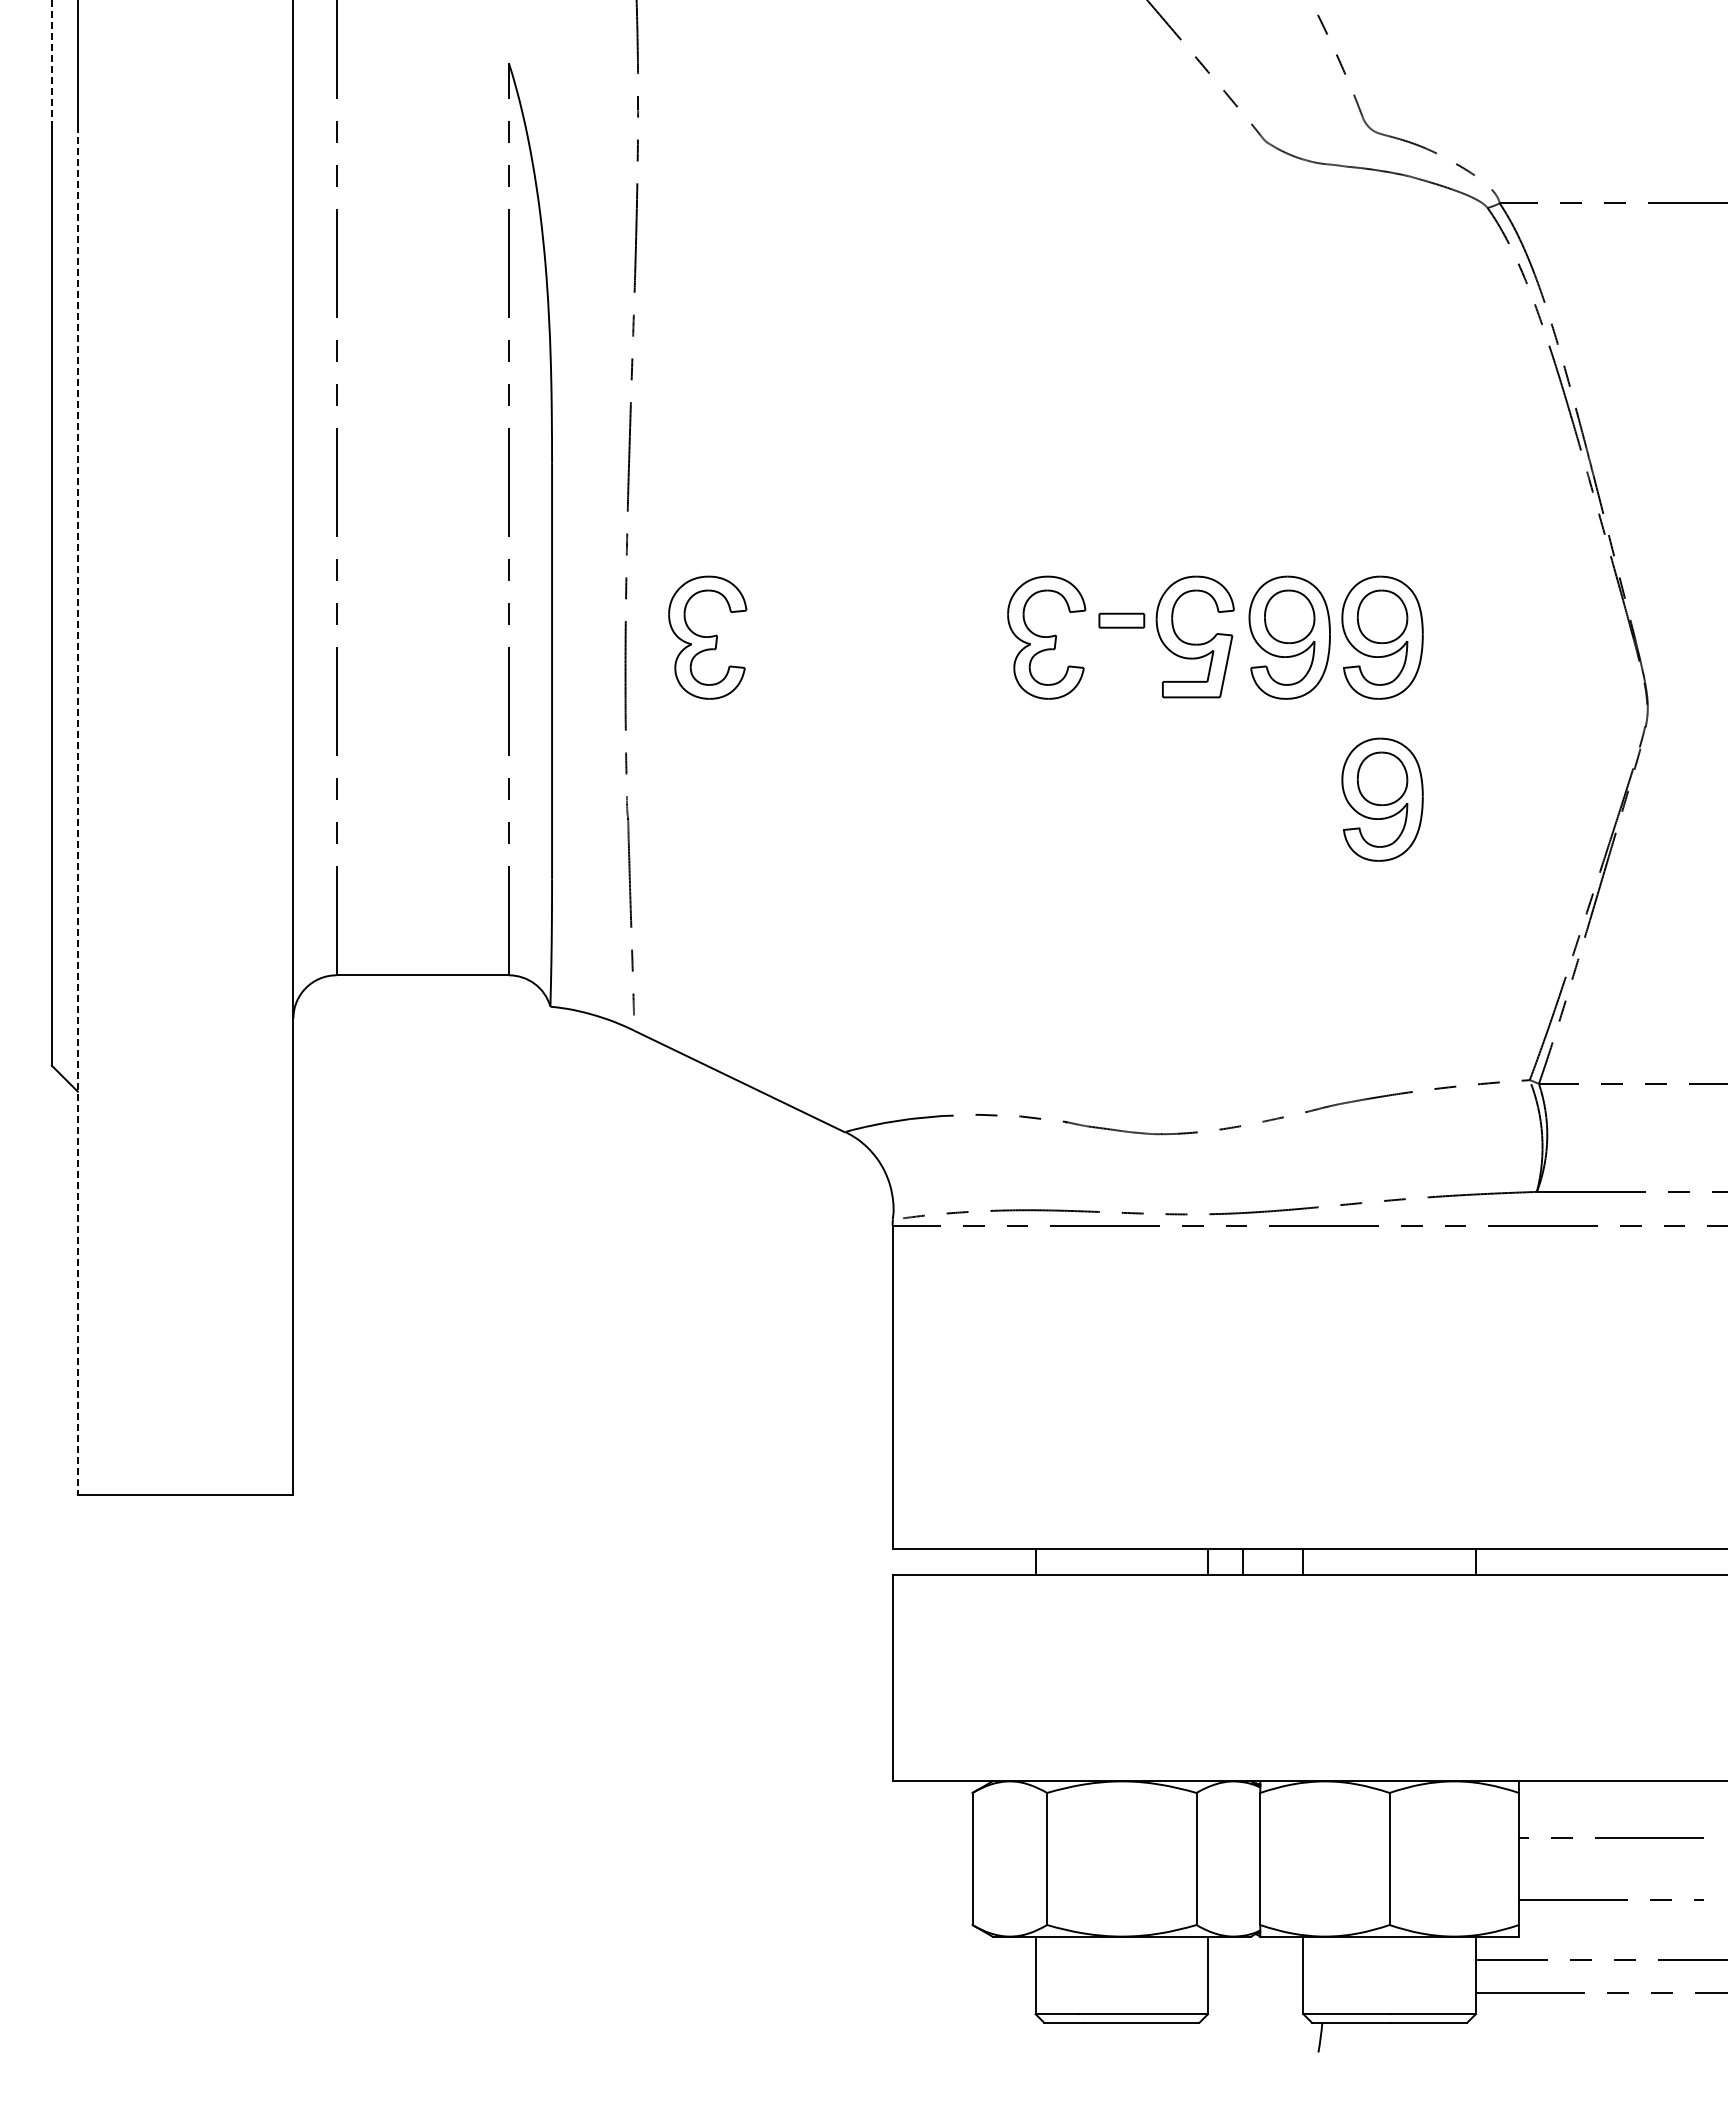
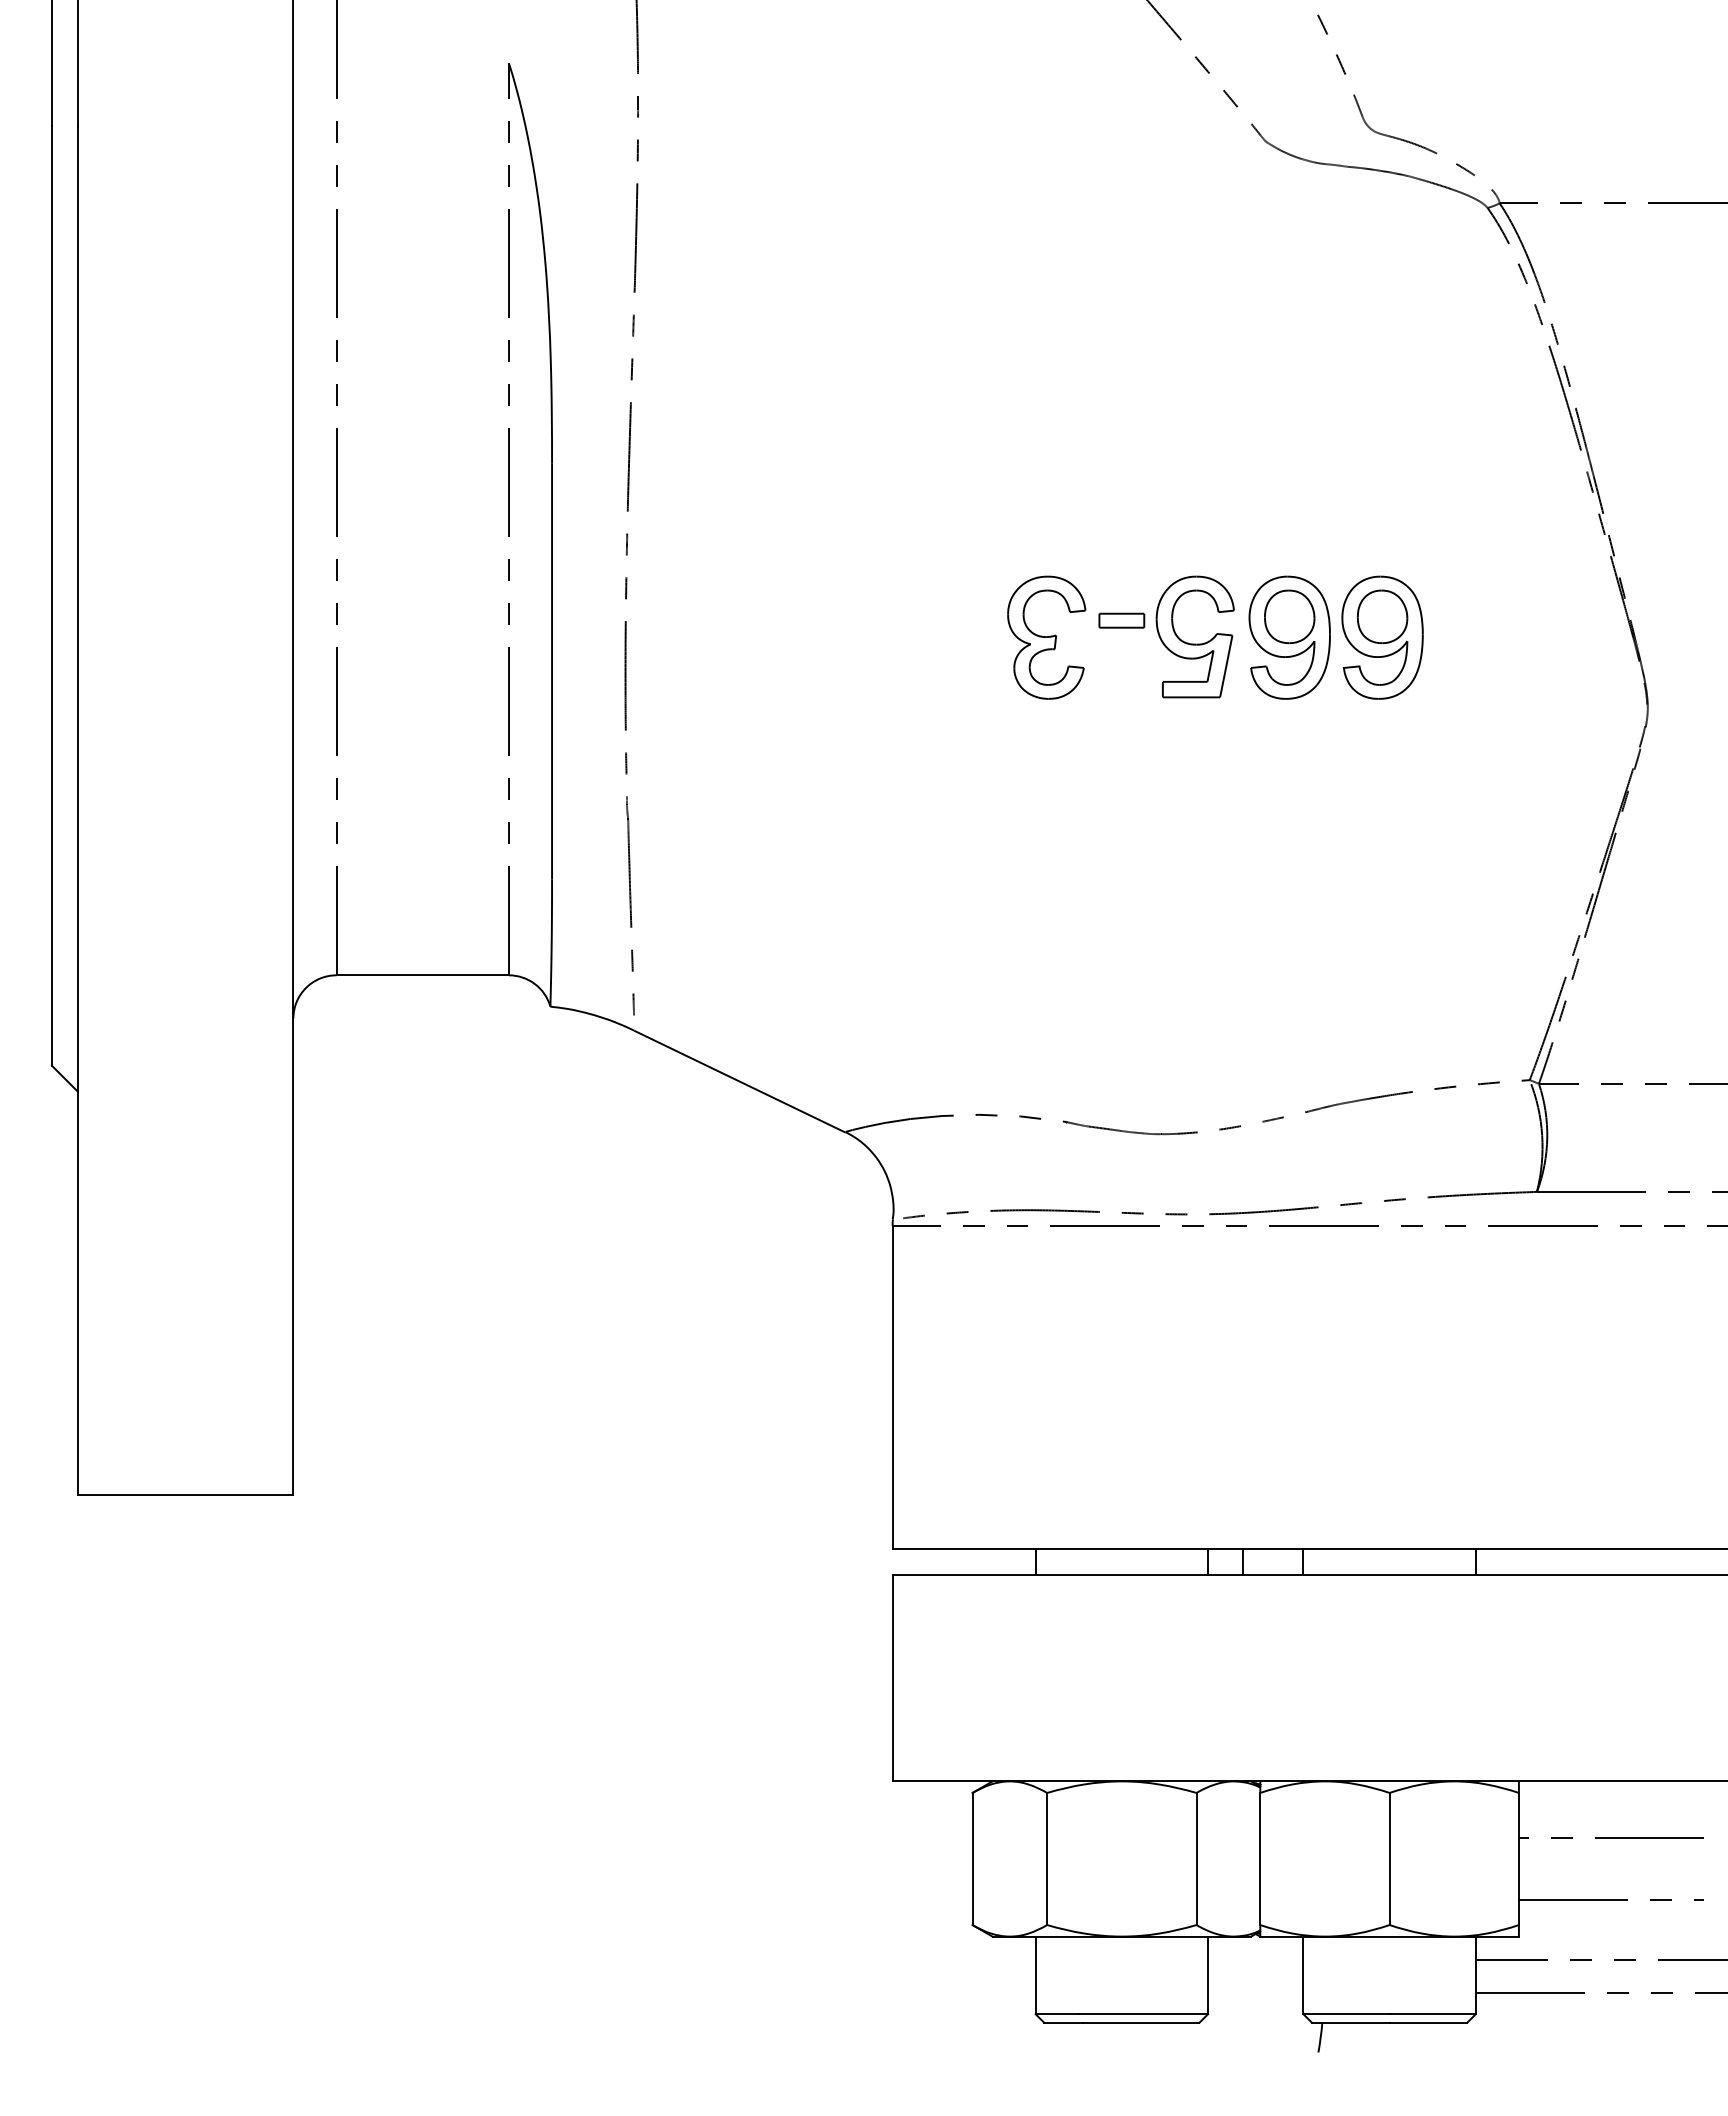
line at (52, 63): dashed -> solid
part at (707, 637): present -> none
part at (1382, 799): present -> none
line at (77, 810): dashed -> solid
